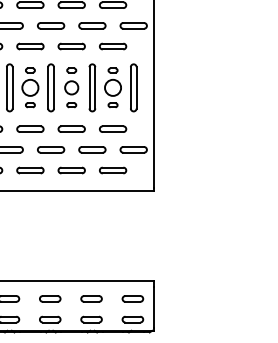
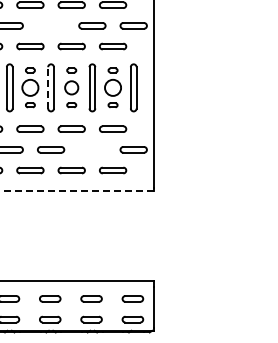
part at (51, 25): present -> none
line at (48, 87): solid -> dashed
part at (92, 149): present -> none
line at (77, 191): solid -> dashed
